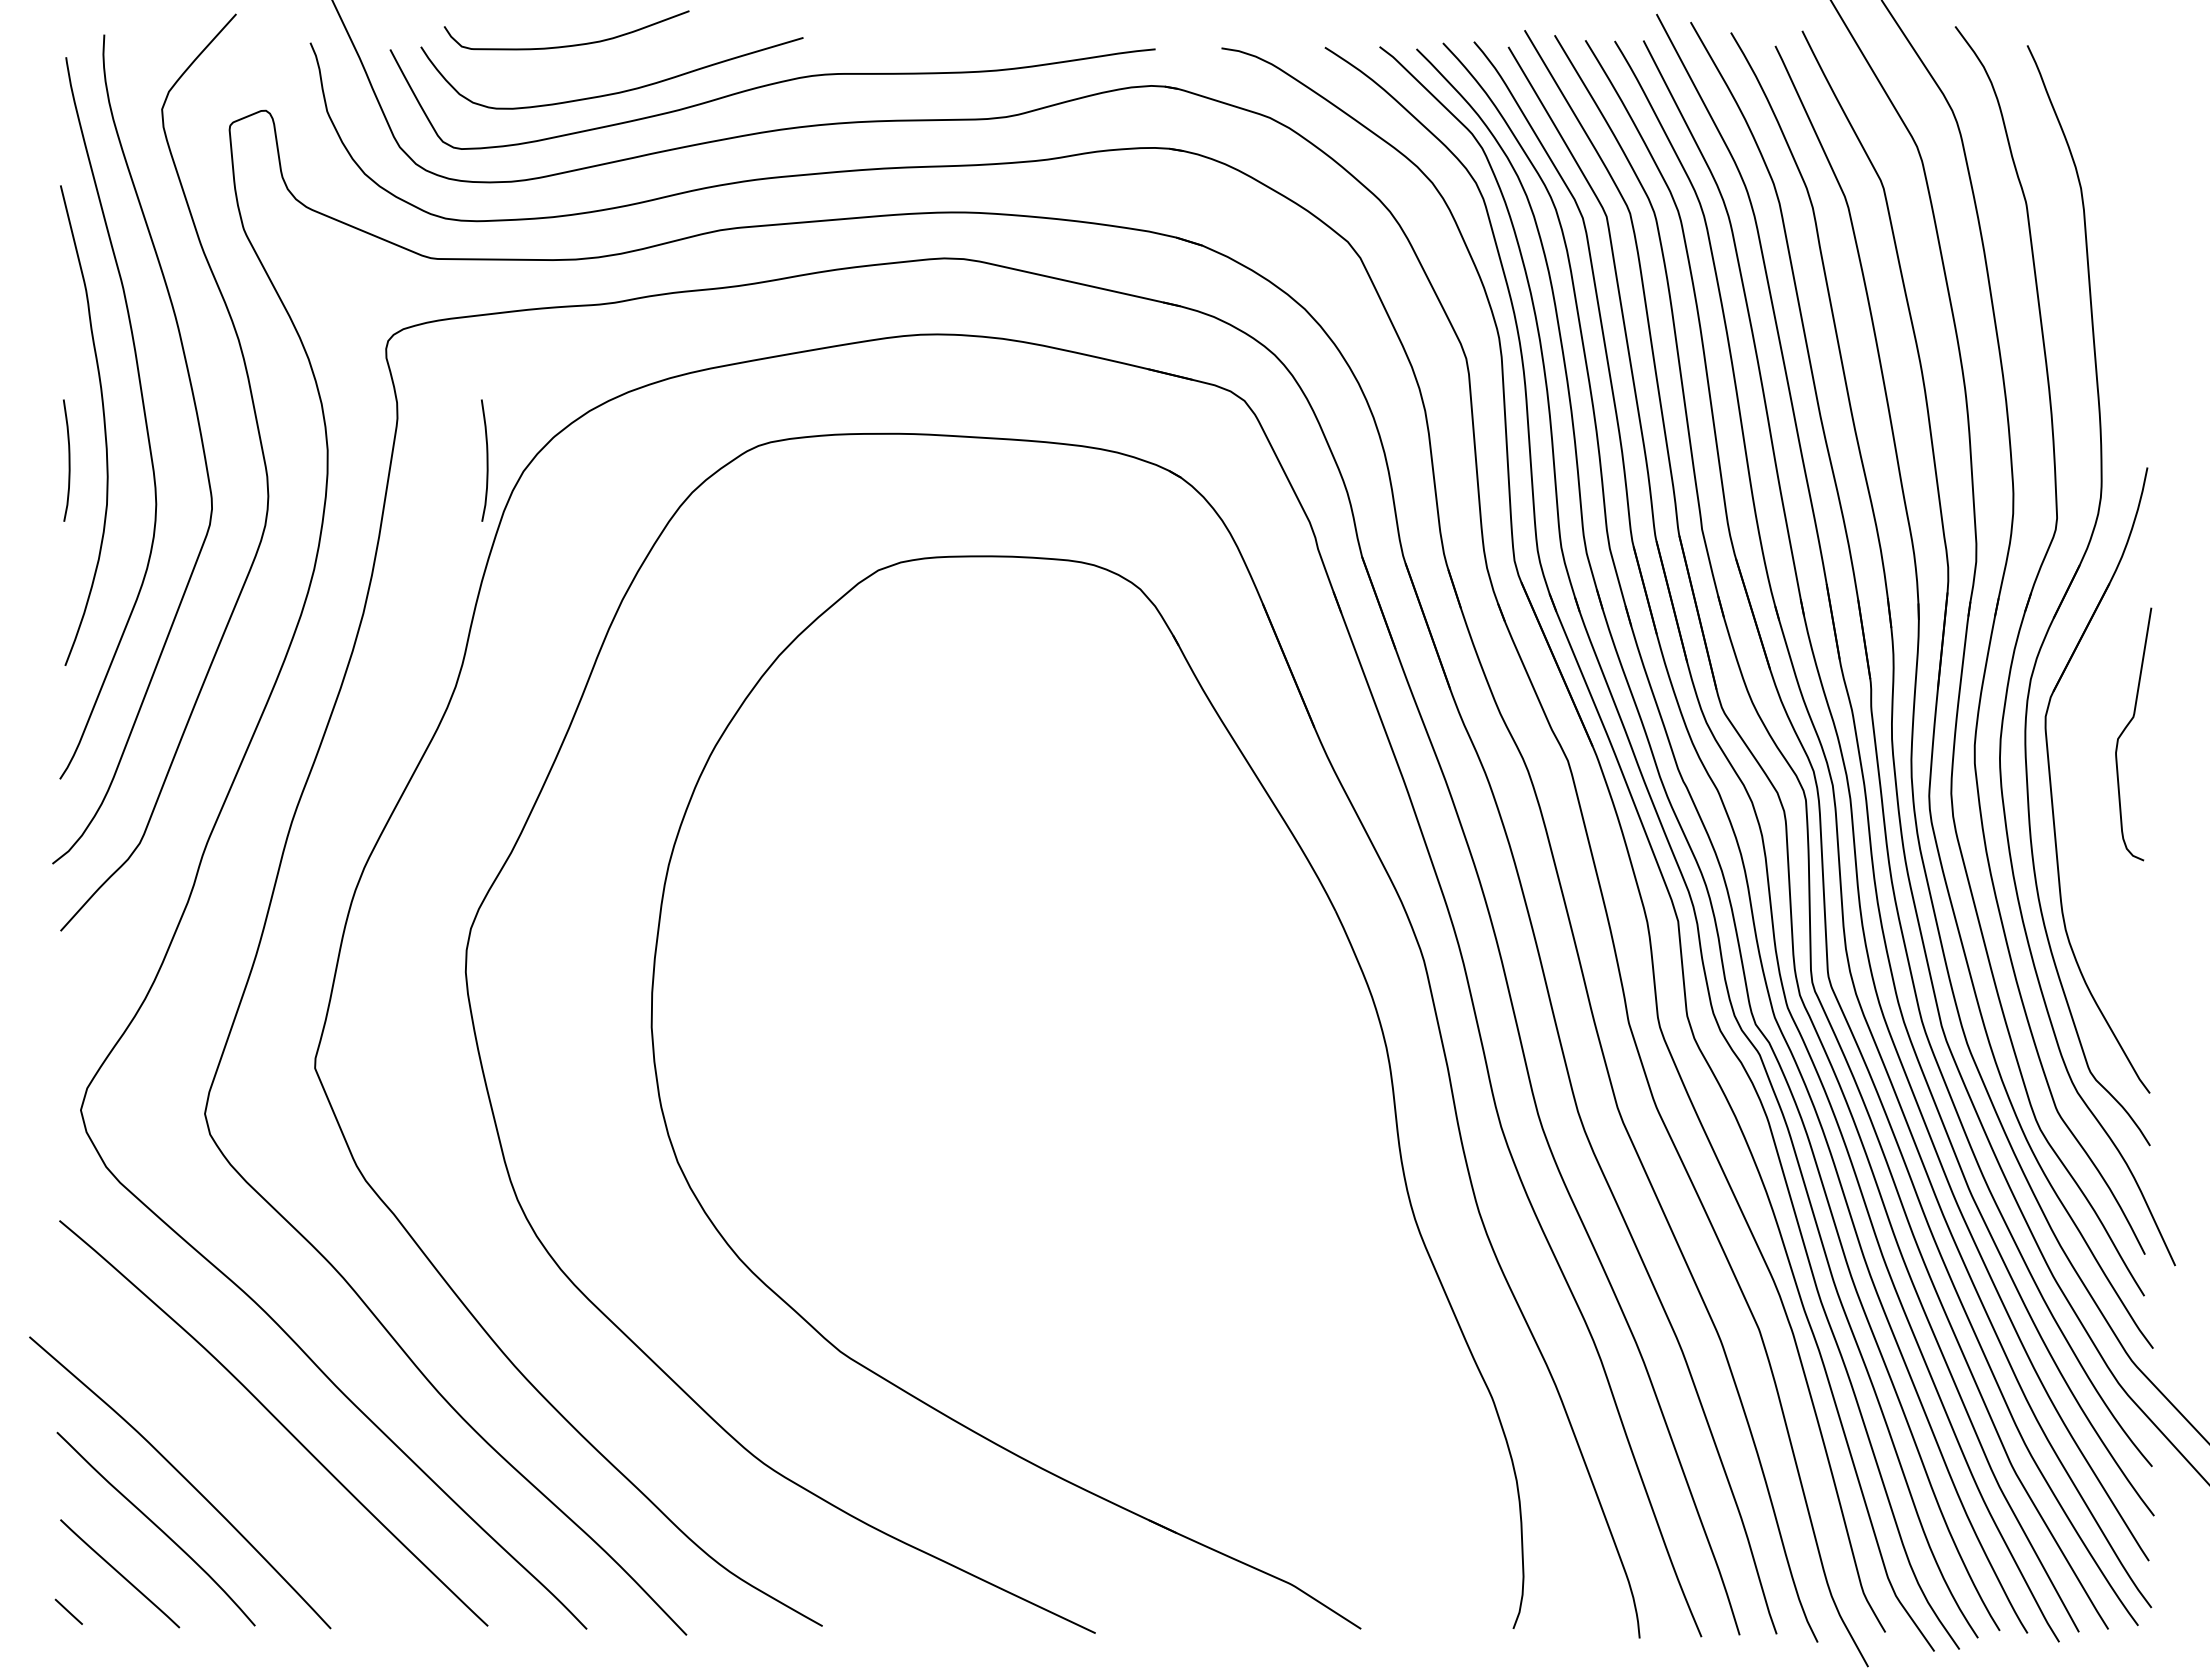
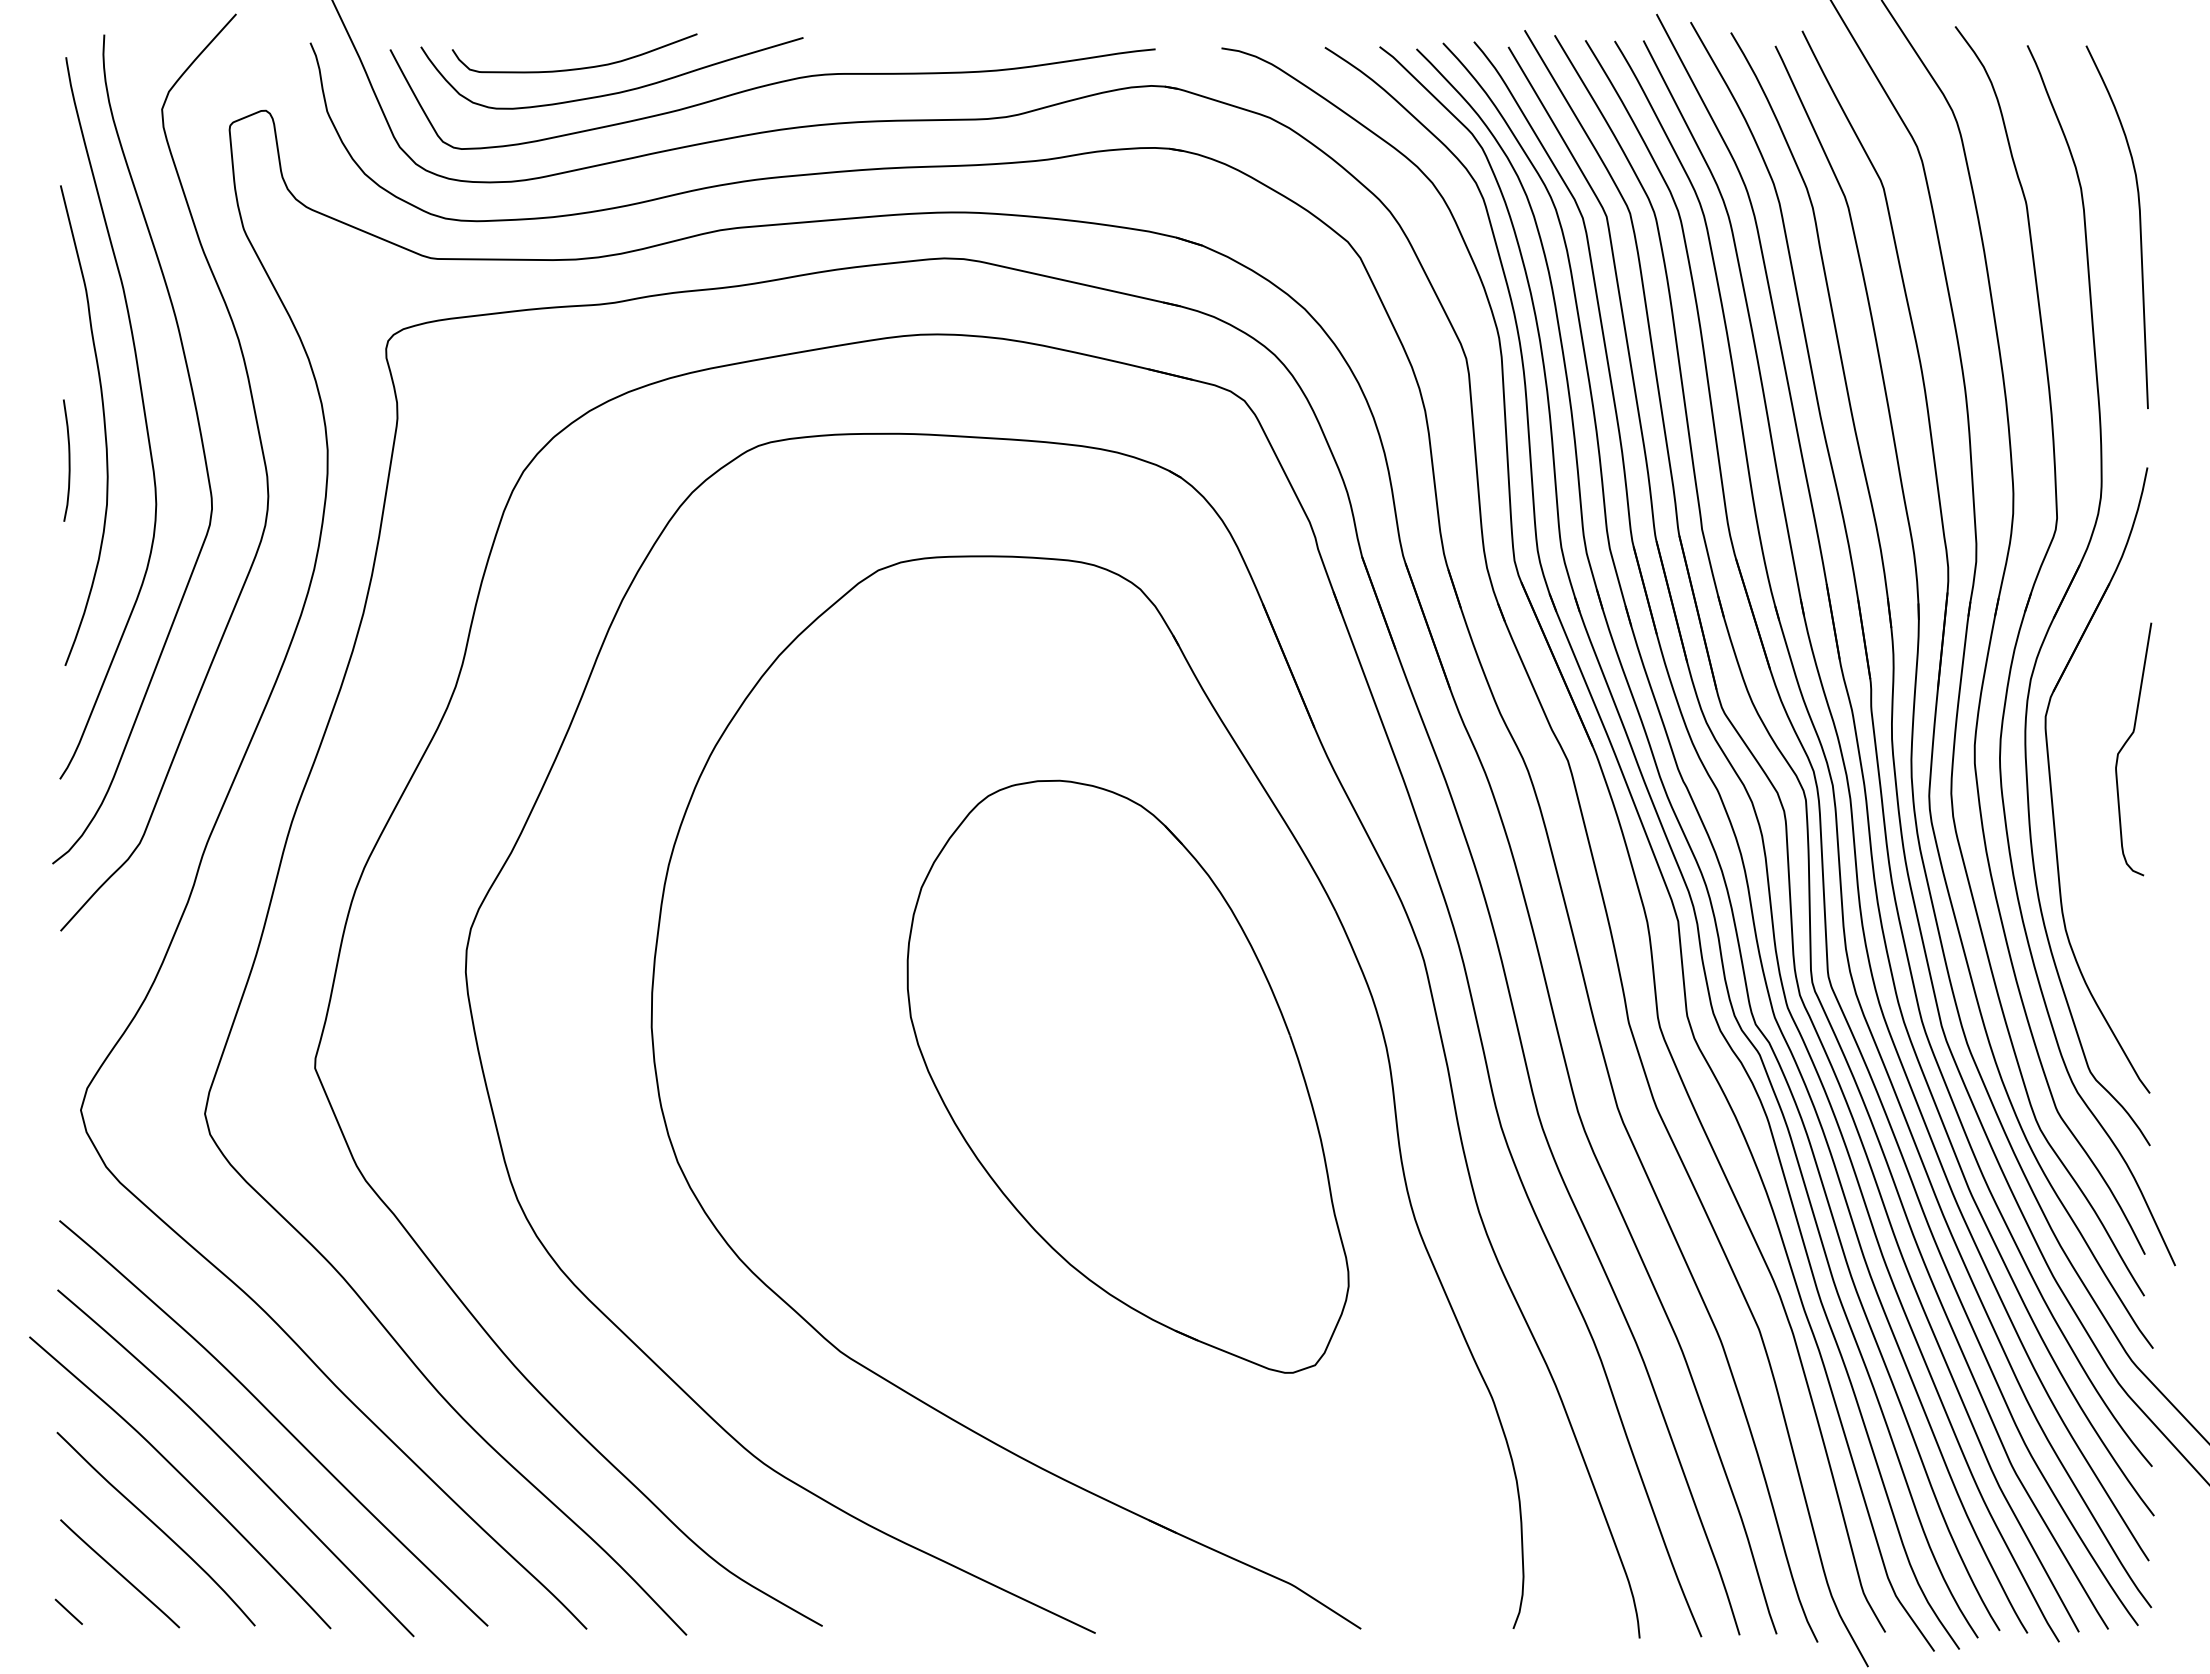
curve at (566, 45) position: (566, 45) -> (574, 68)
curve at (2139, 226): none -> present
curve at (486, 460): present -> none
curve at (2127, 727) position: (2127, 727) -> (2127, 742)
part at (1127, 1076): none -> present
curve at (239, 1458): none -> present
